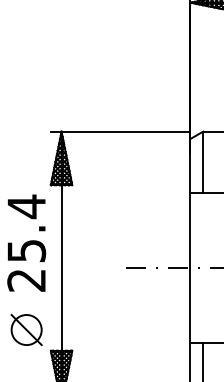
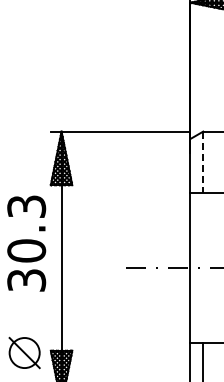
line at (203, 162): solid -> dashed
text at (26, 242): 25.4 -> 30.3
part at (26, 329) position: (26, 329) -> (24, 352)
